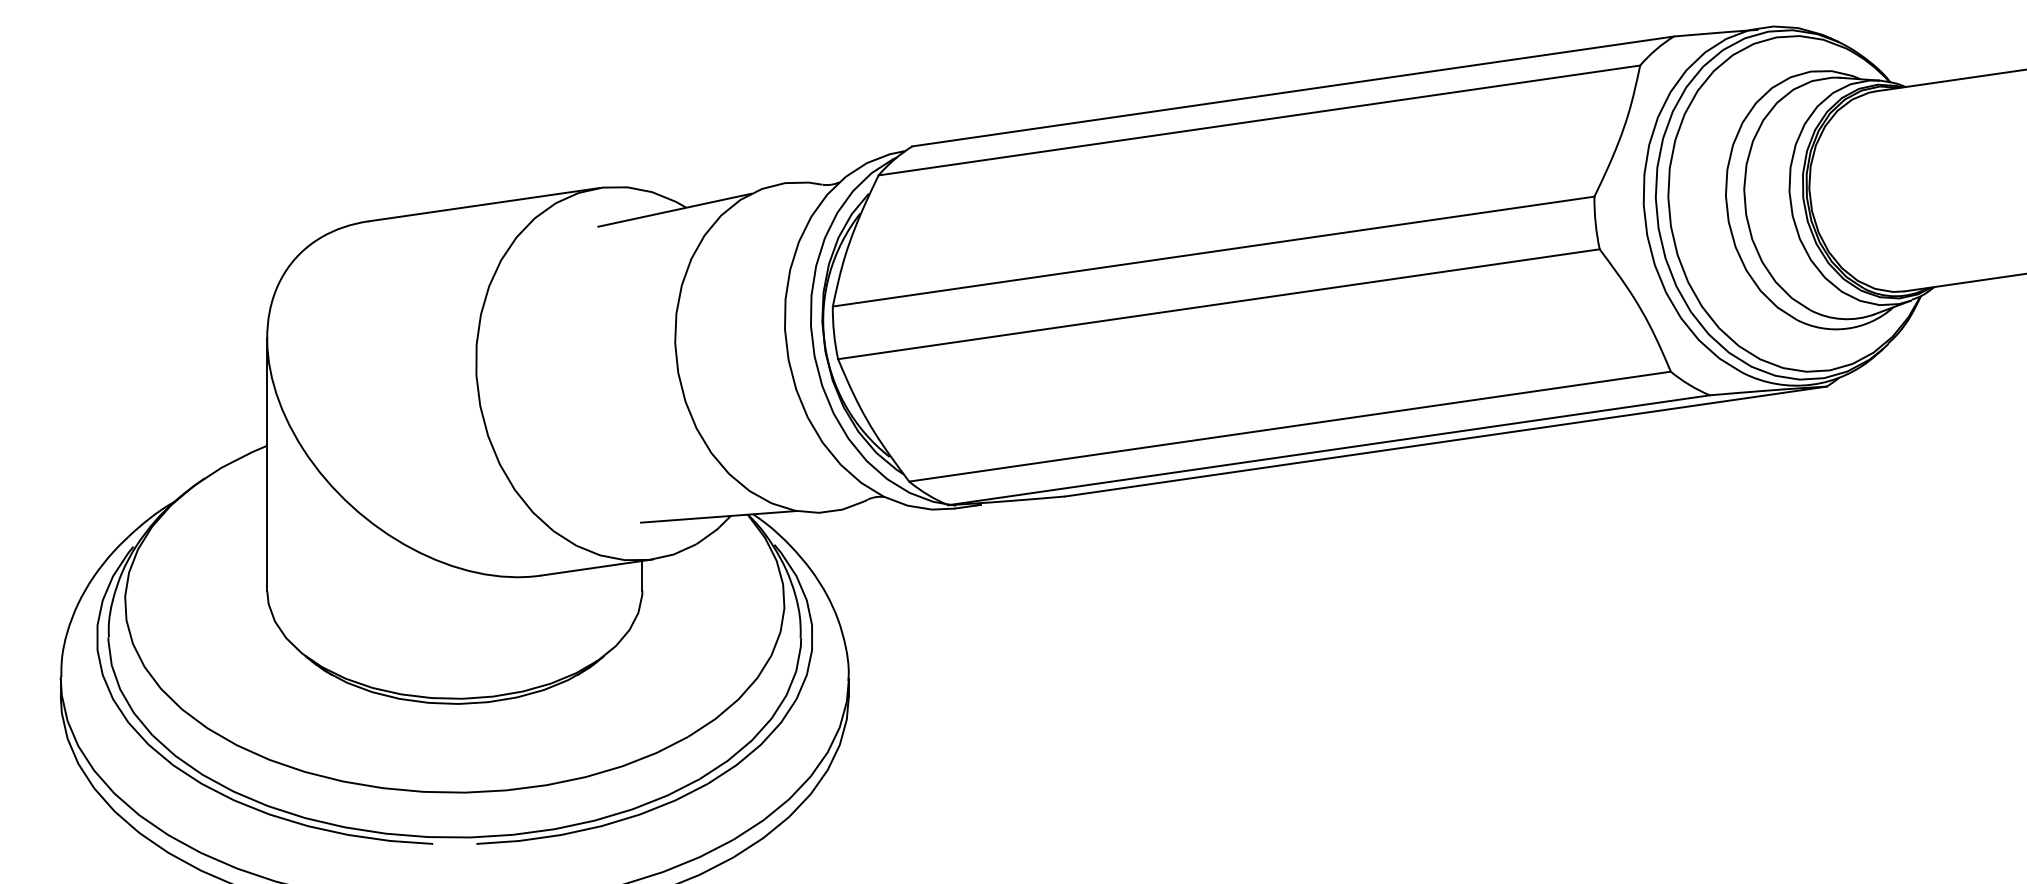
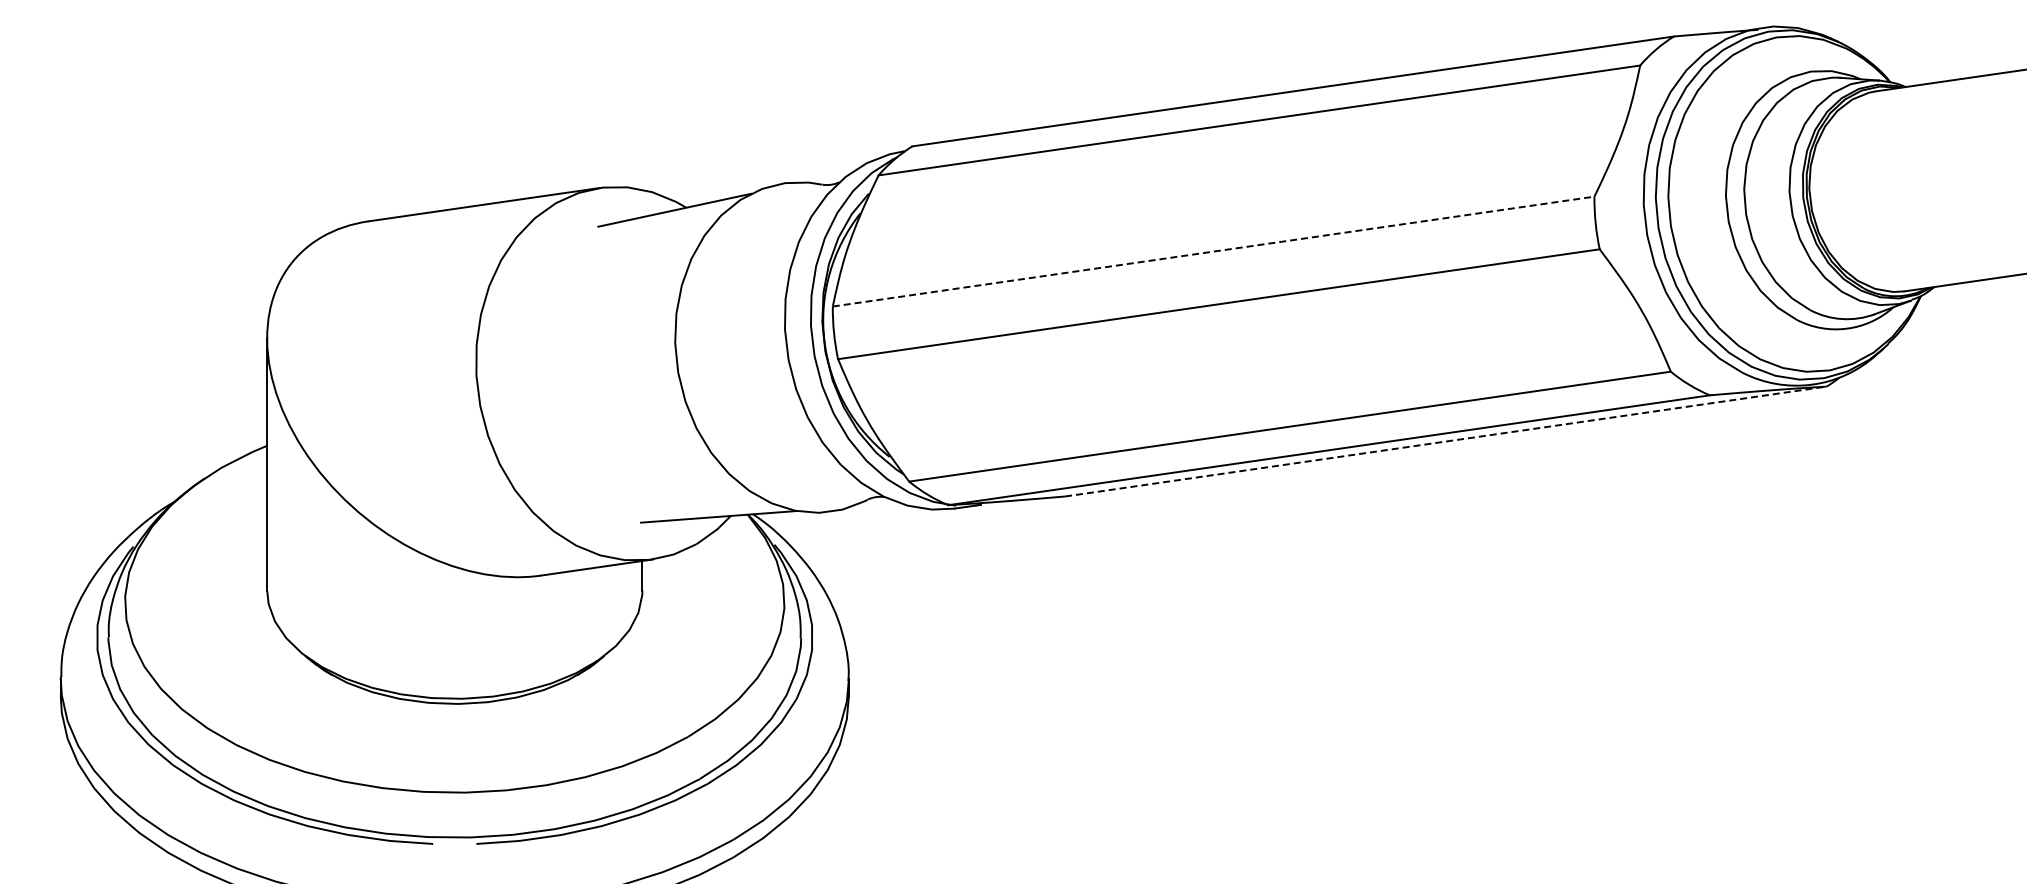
line at (1213, 251): solid -> dashed
line at (1445, 441): solid -> dashed
